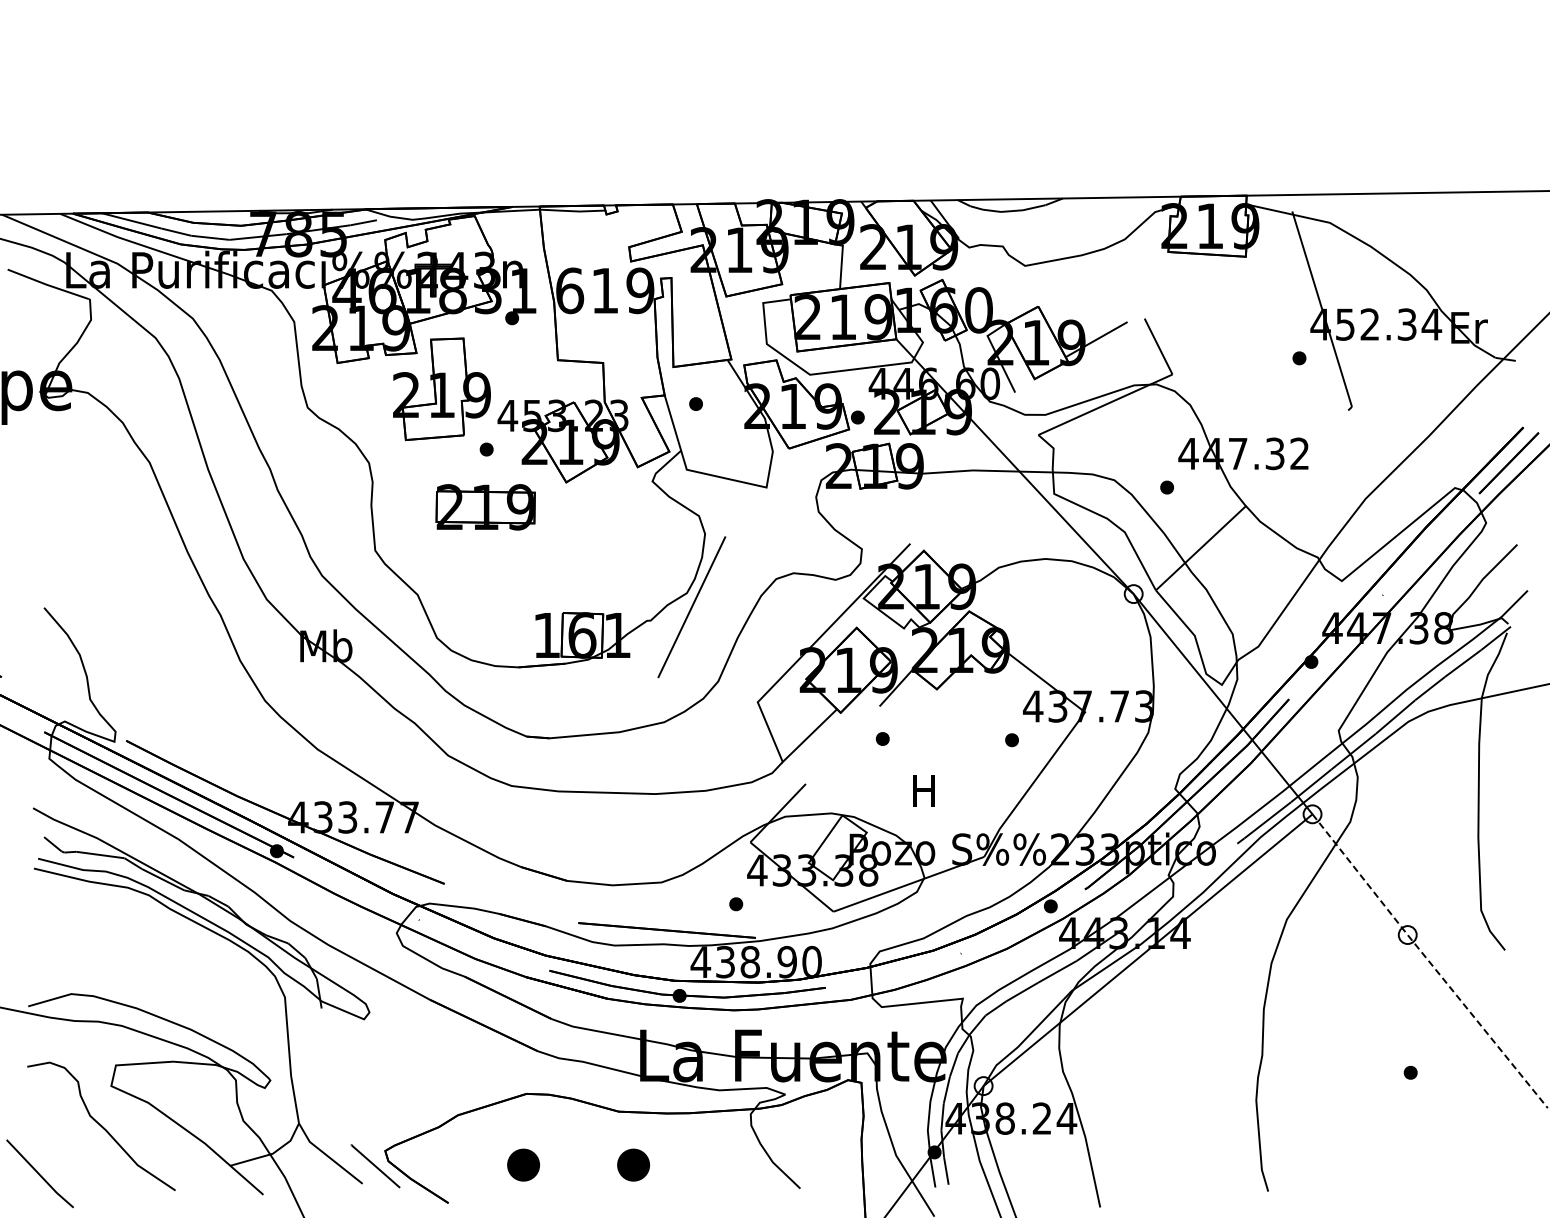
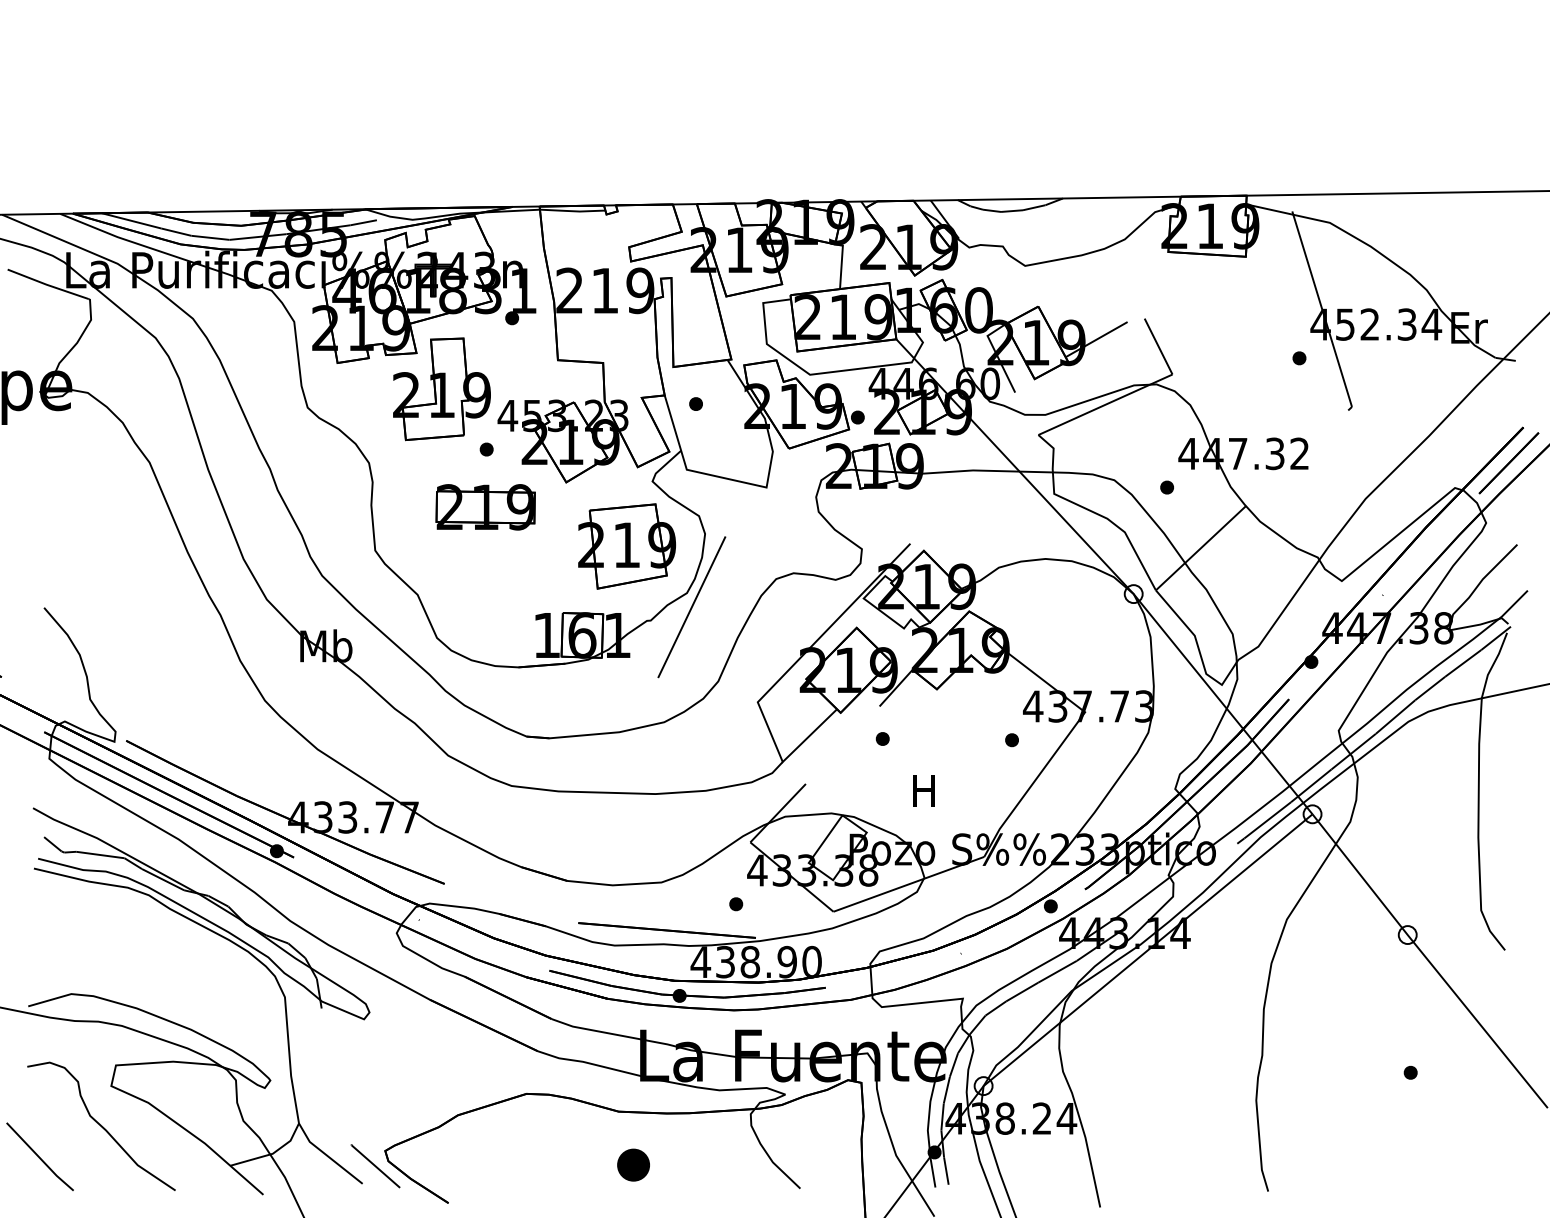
text at (570, 290): 619 -> 219
part at (627, 546): none -> present
line at (1429, 961): dashed -> solid
part at (523, 1164): present -> none
line at (39, 1173) position: (39, 1173) -> (39, 1156)
